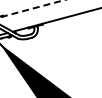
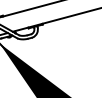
line at (32, 8): dashed -> solid
